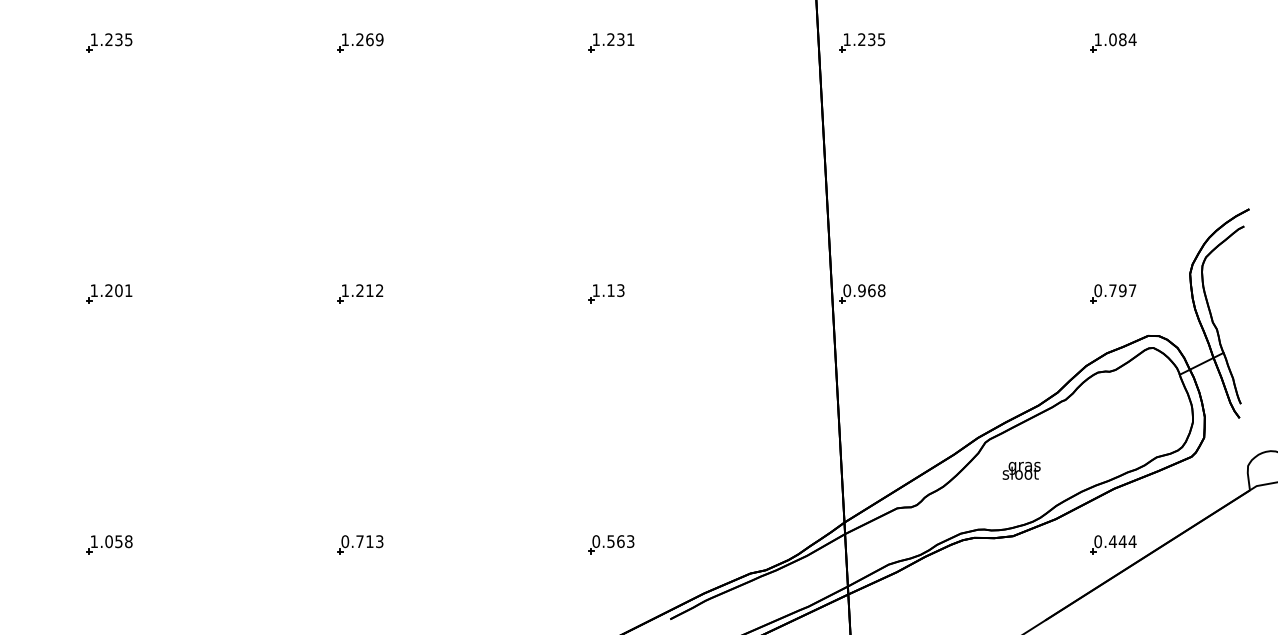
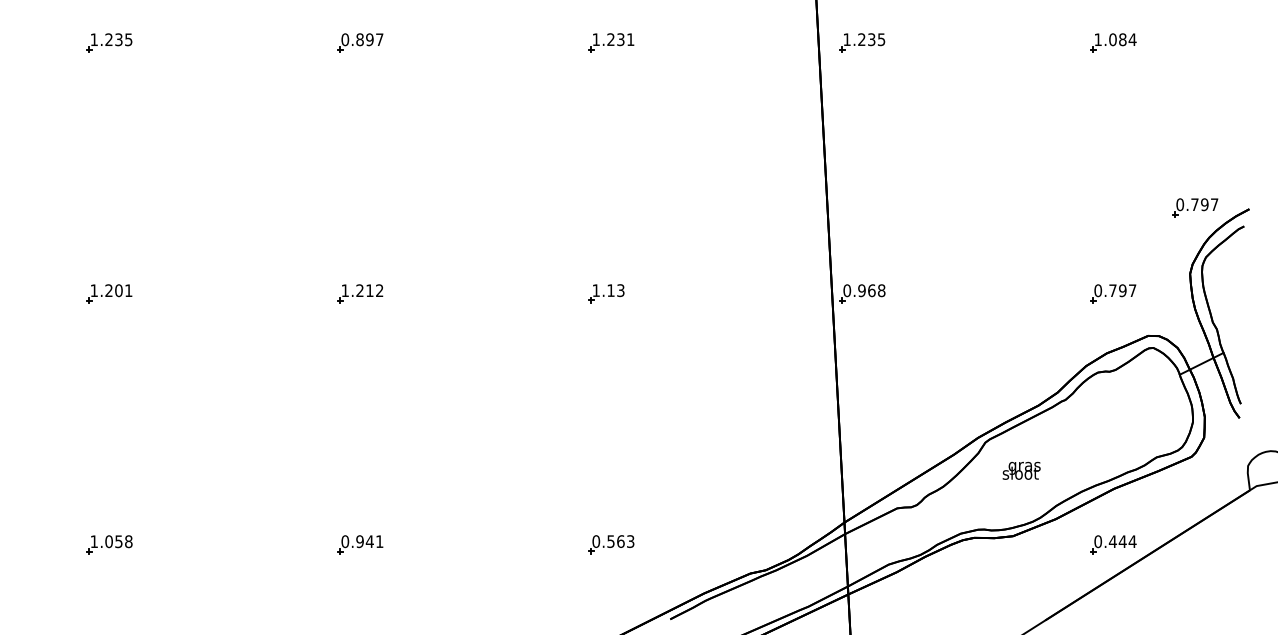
text at (362, 39): 1.269 -> 0.897
part at (1195, 207): none -> present
text at (369, 541): 0.713 -> 0.941
